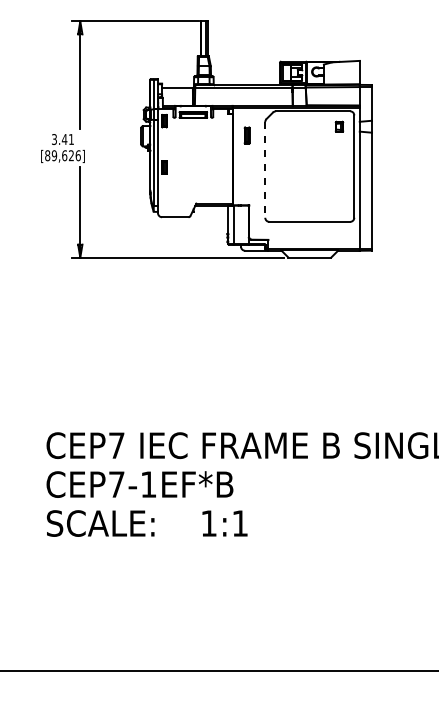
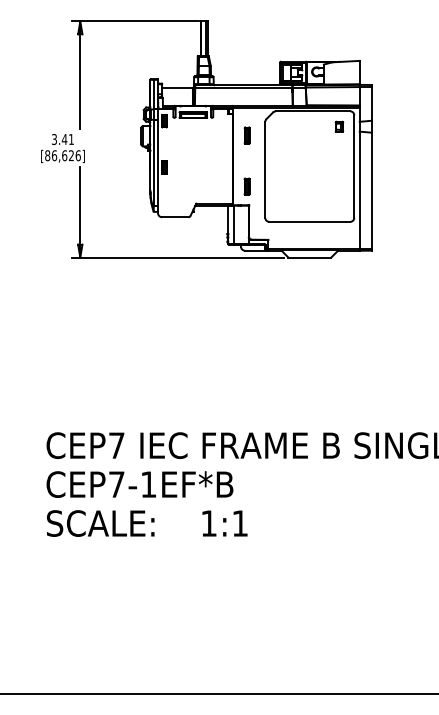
text at (54, 155): [89,626] -> [86,626]
line at (265, 169): dashed -> solid
part at (246, 186): none -> present
line at (218, 670) position: (218, 670) -> (218, 693)
